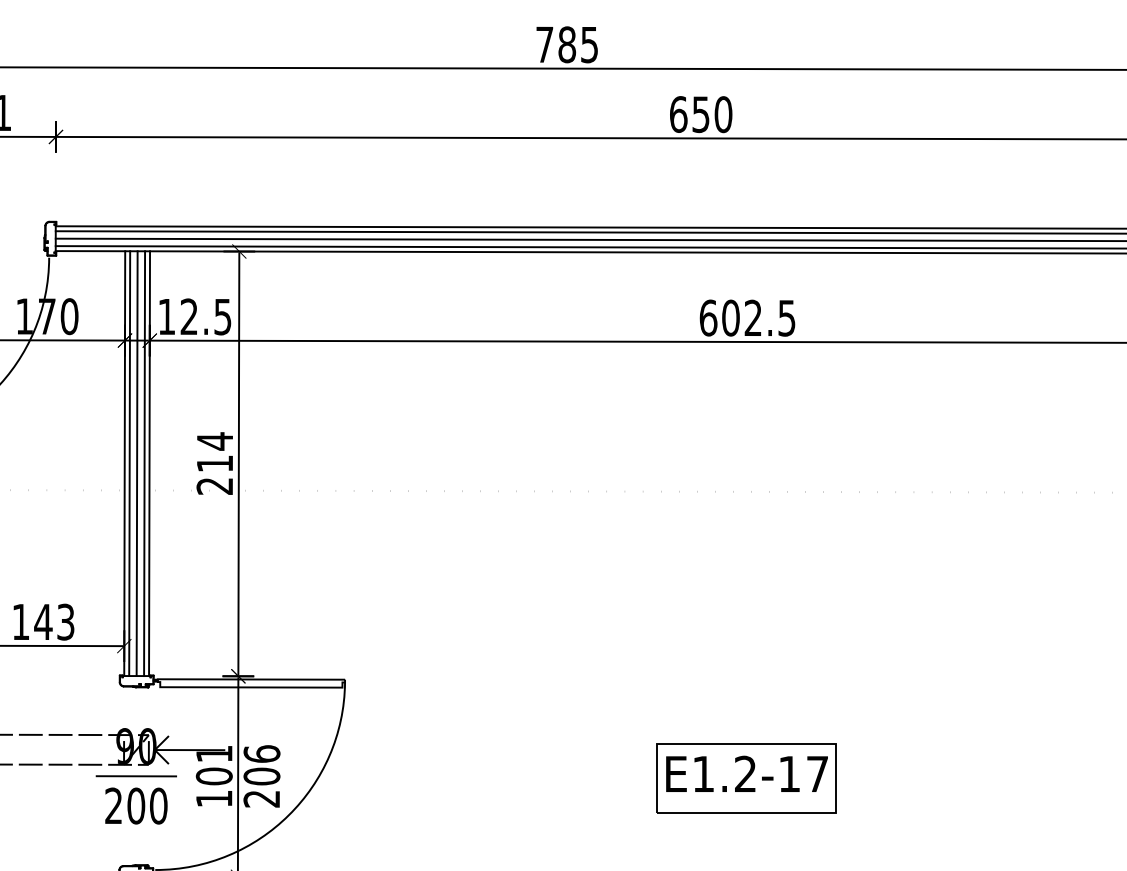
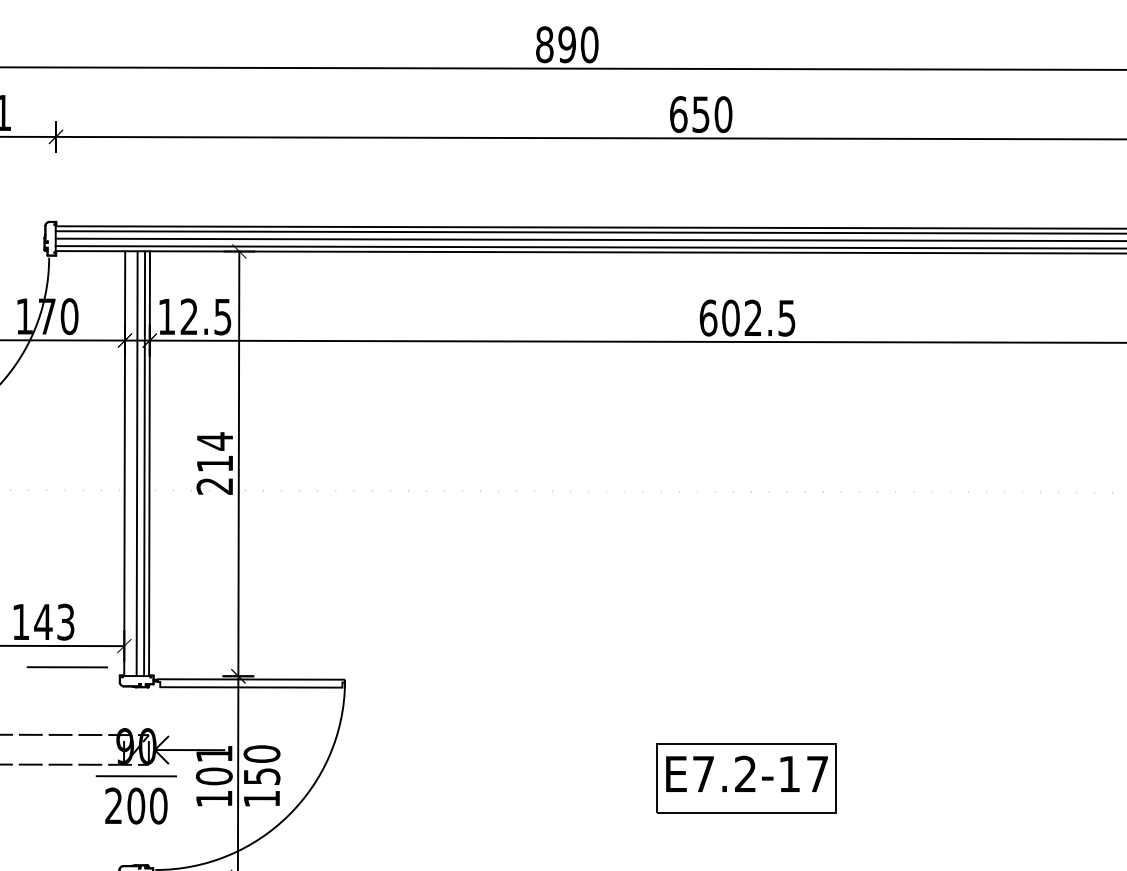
text at (567, 44): 785 -> 890
line at (129, 463): present -> none
line at (66, 667): none -> present
text at (703, 773): E1.2-17 -> E7.2-17
text at (261, 776): 206 -> 150
